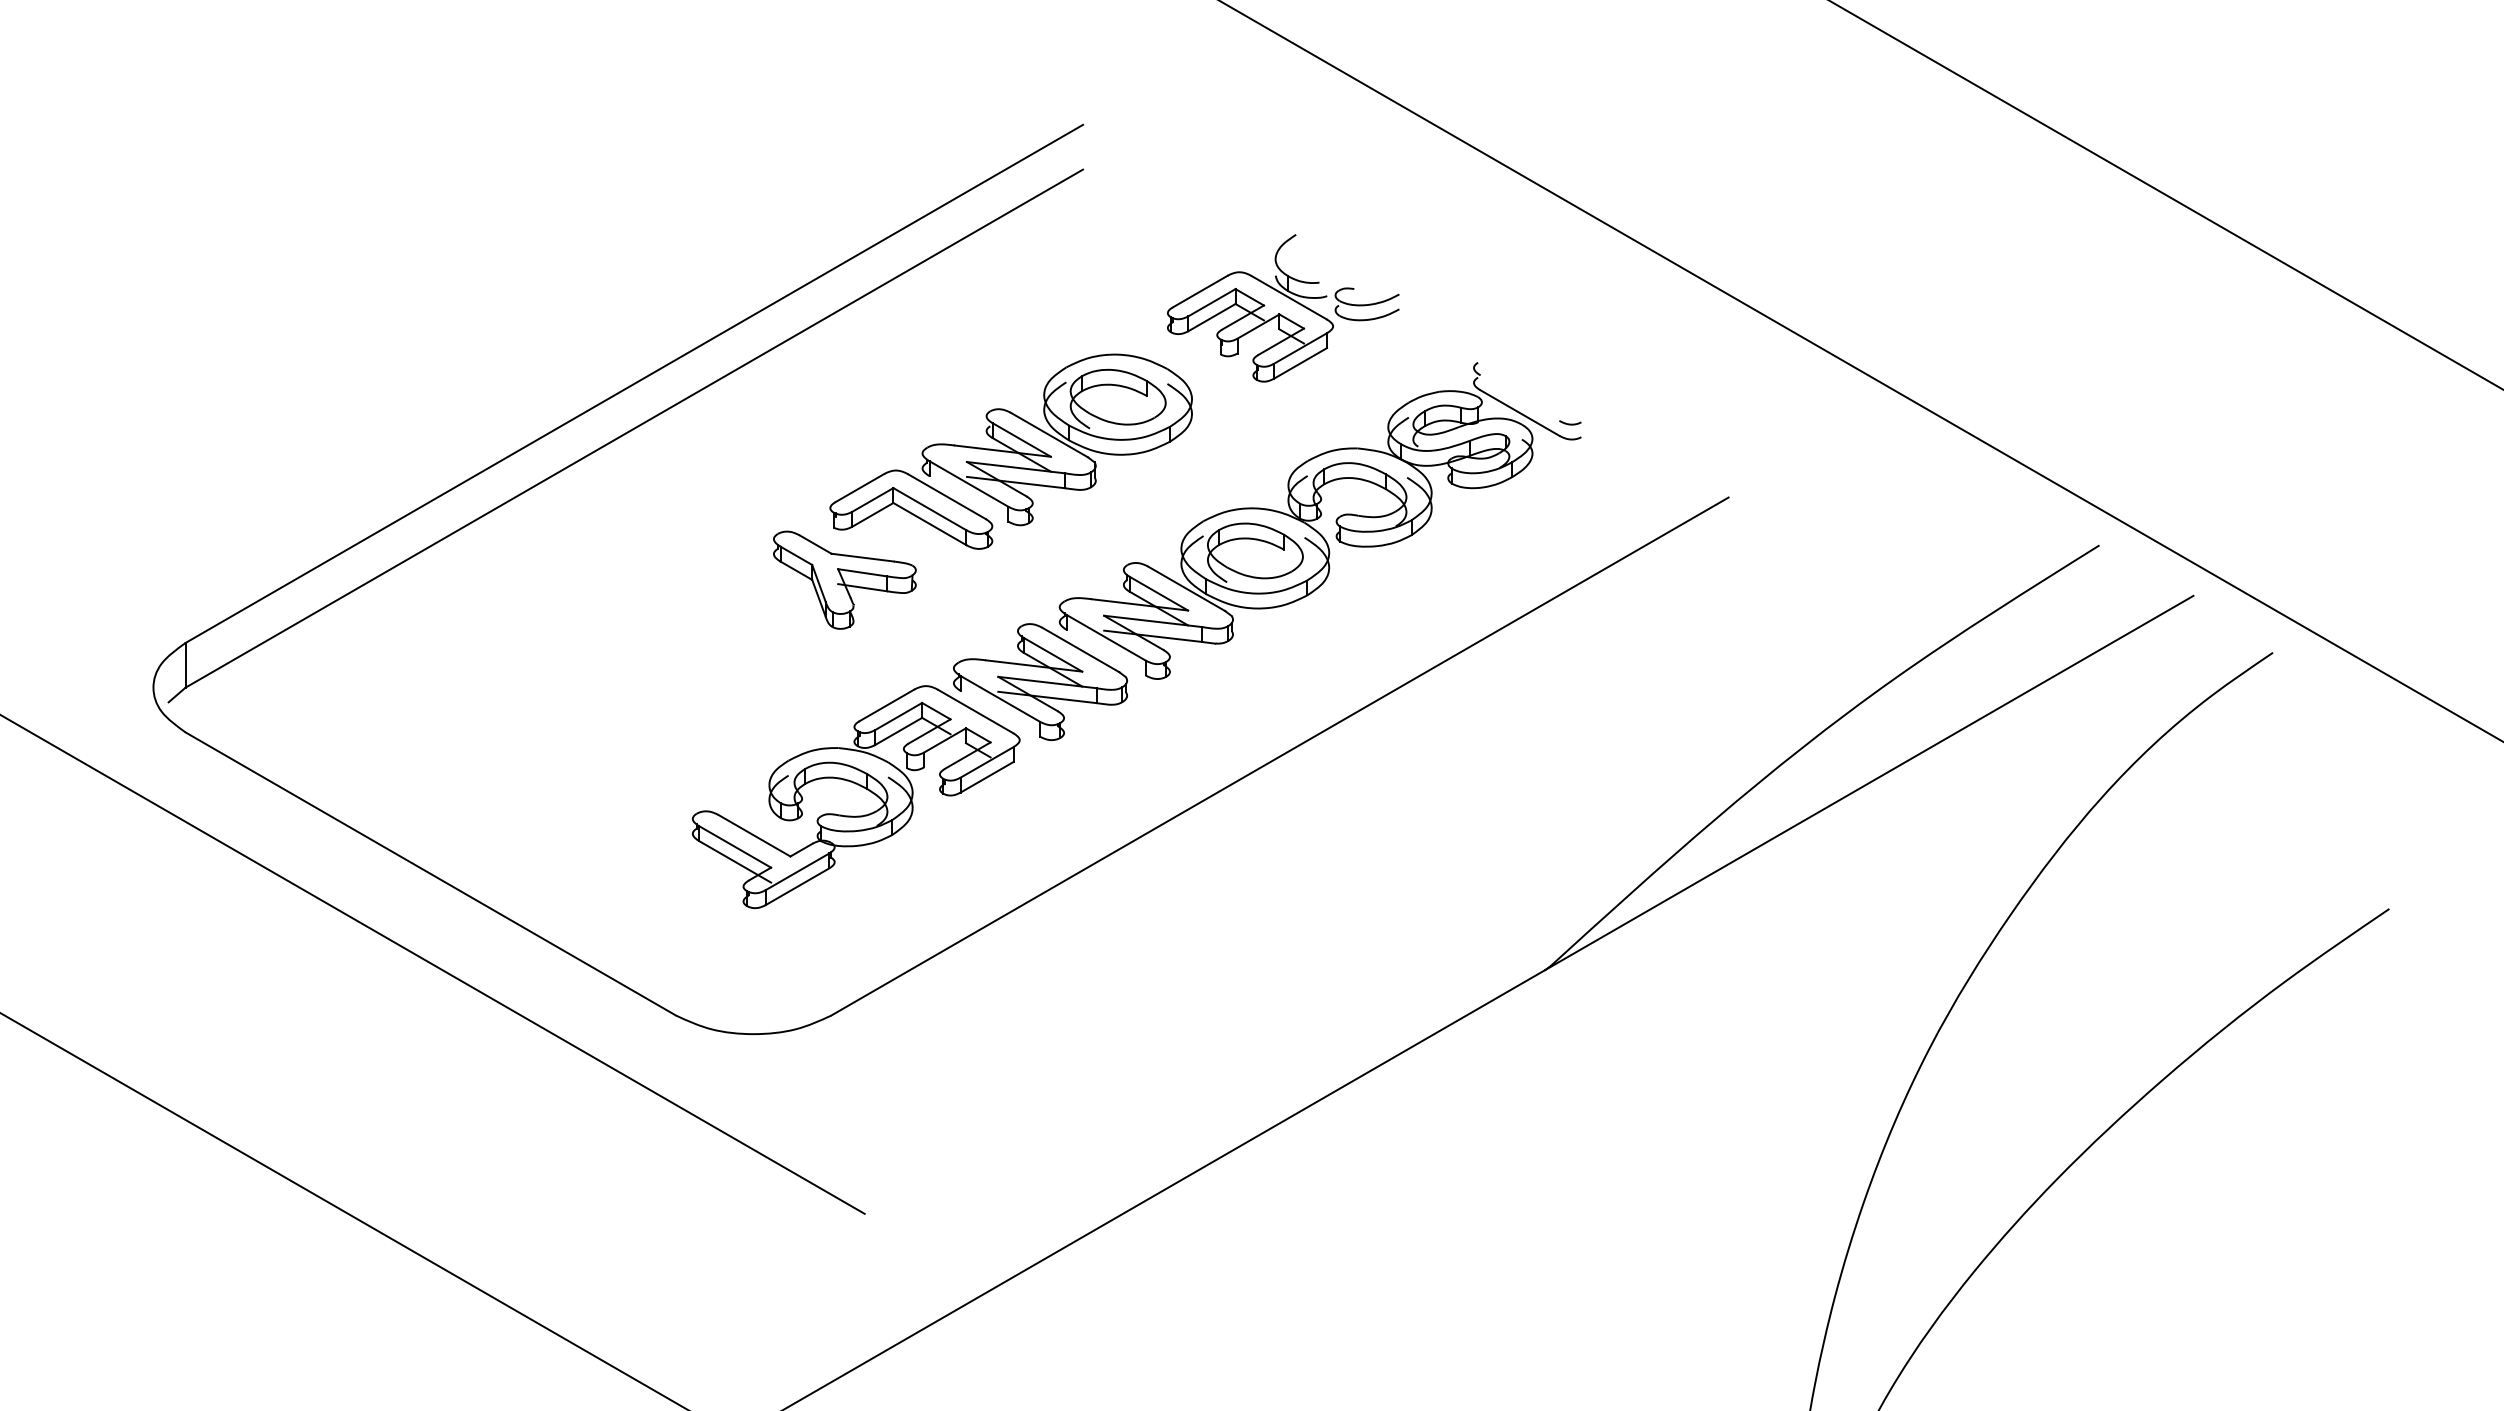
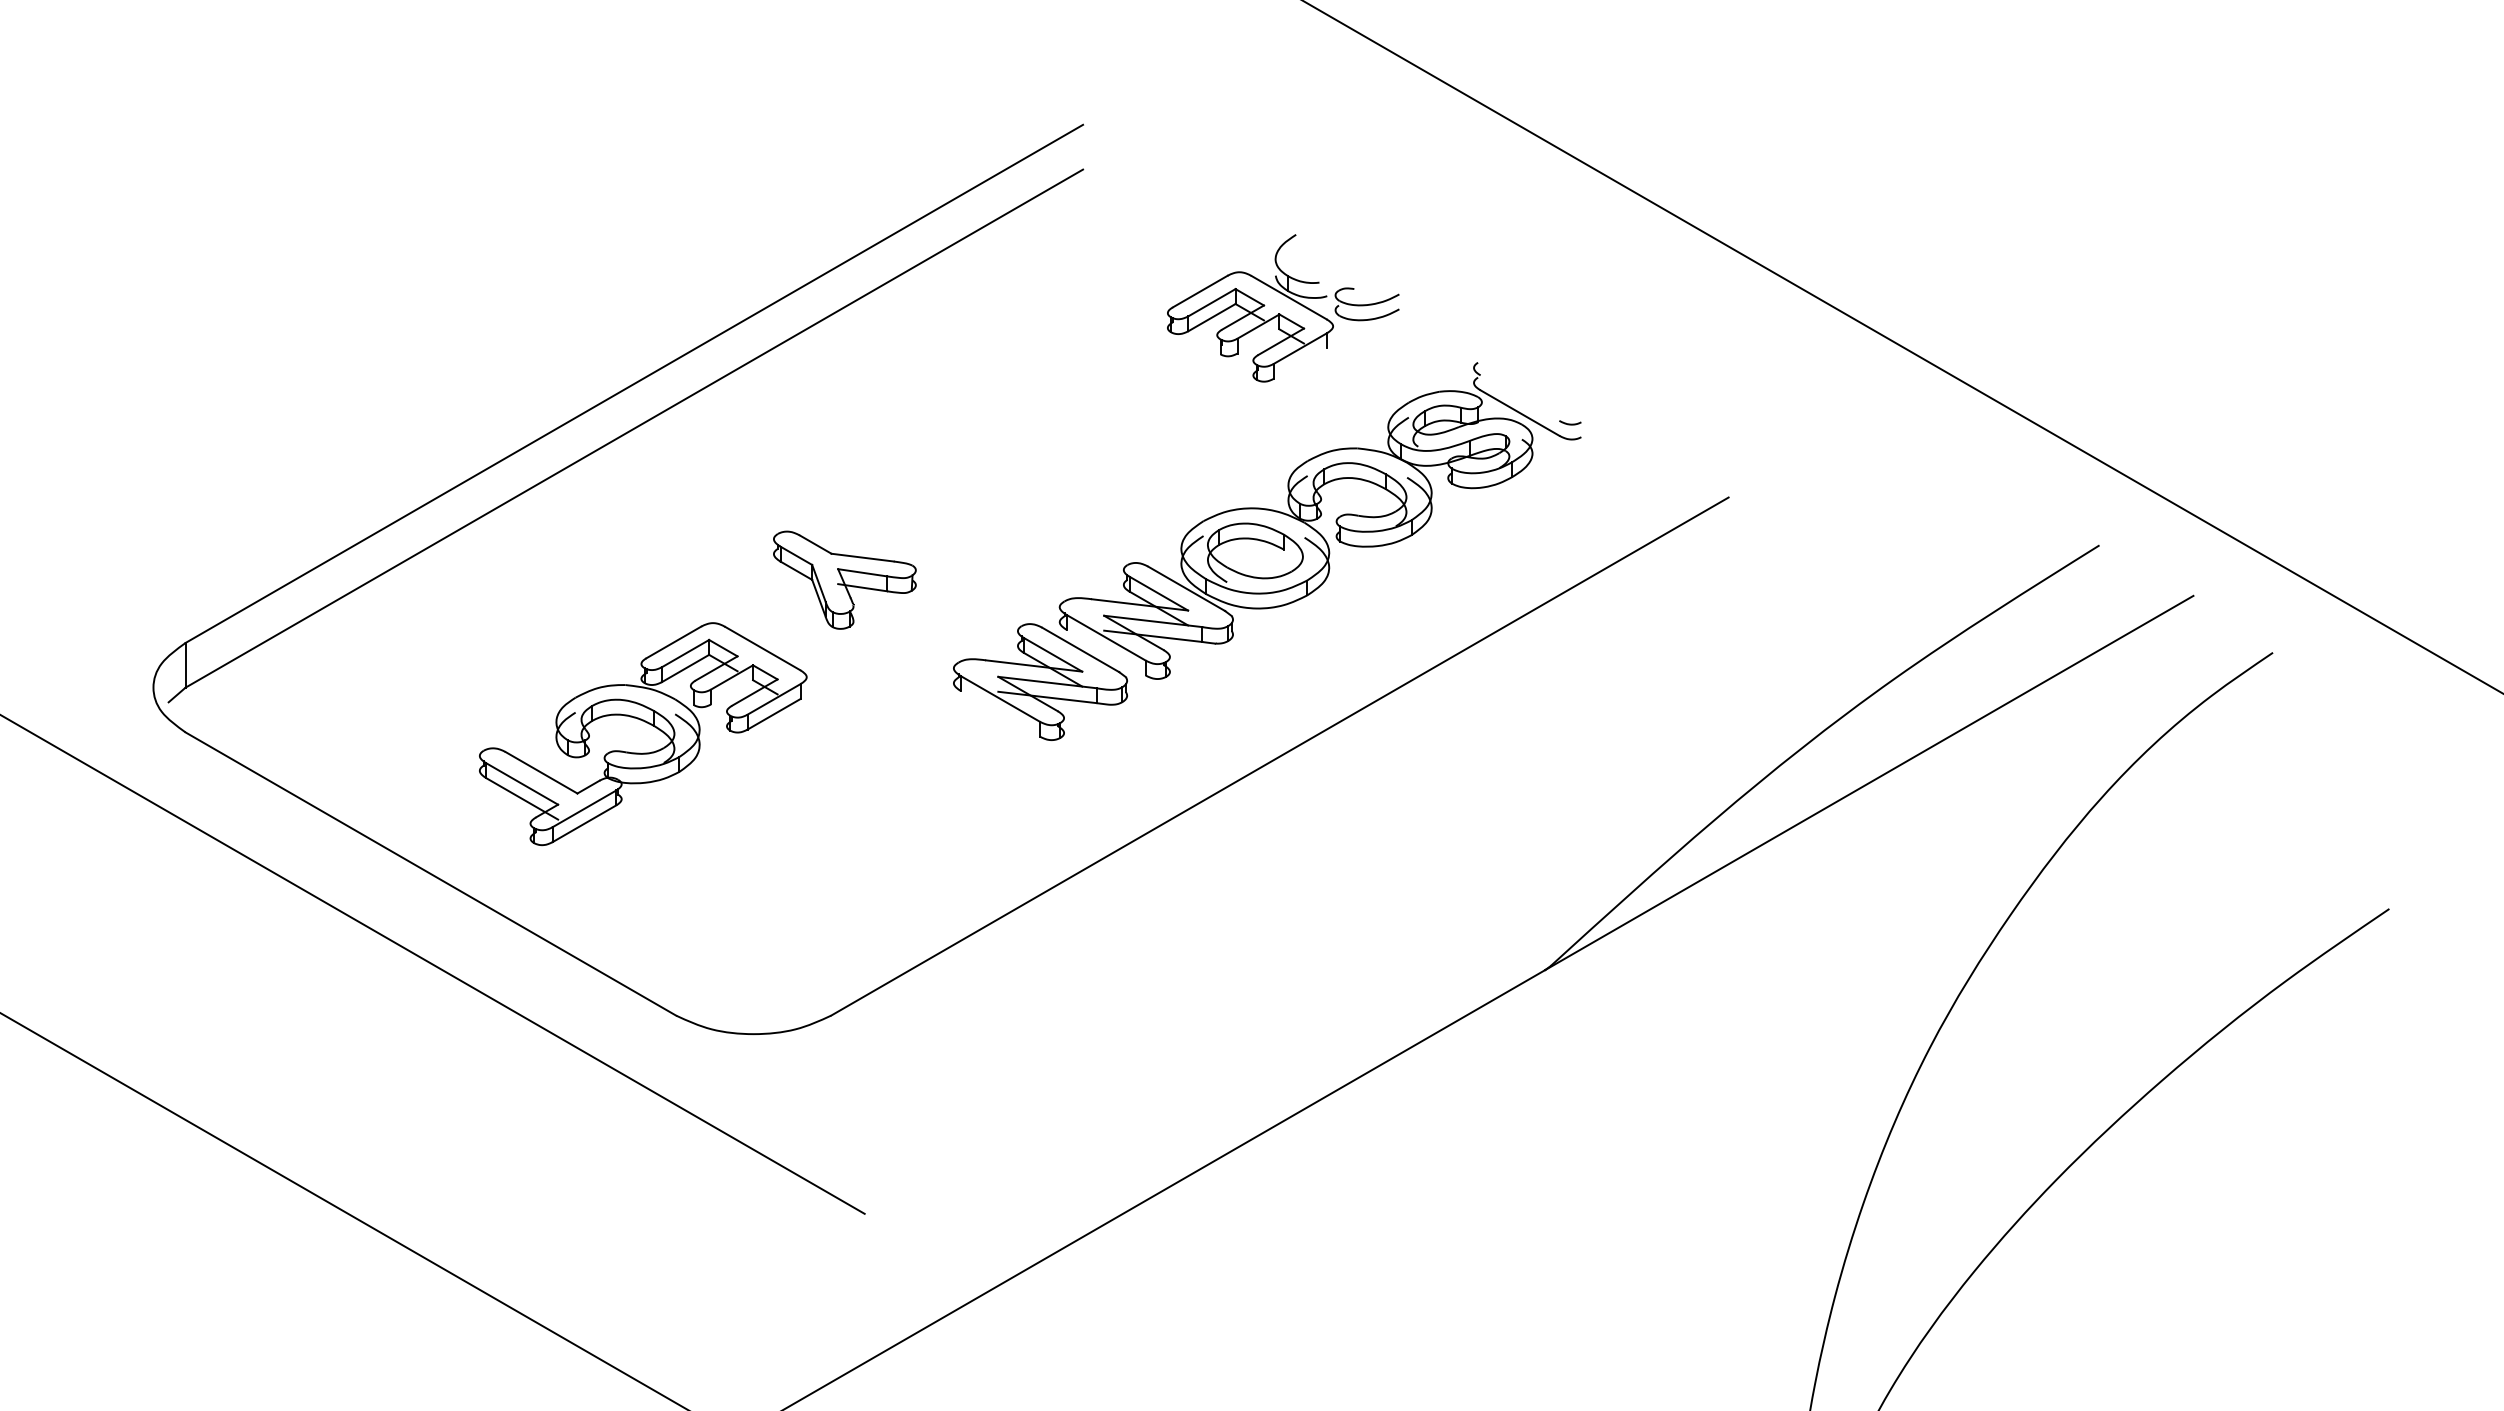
line at (2166, 194): present -> none
line at (1300, 363): present -> none
line at (1860, 371) position: (1860, 371) -> (1902, 347)
part at (1010, 451): present -> none
part at (861, 787) position: (861, 787) -> (648, 724)
